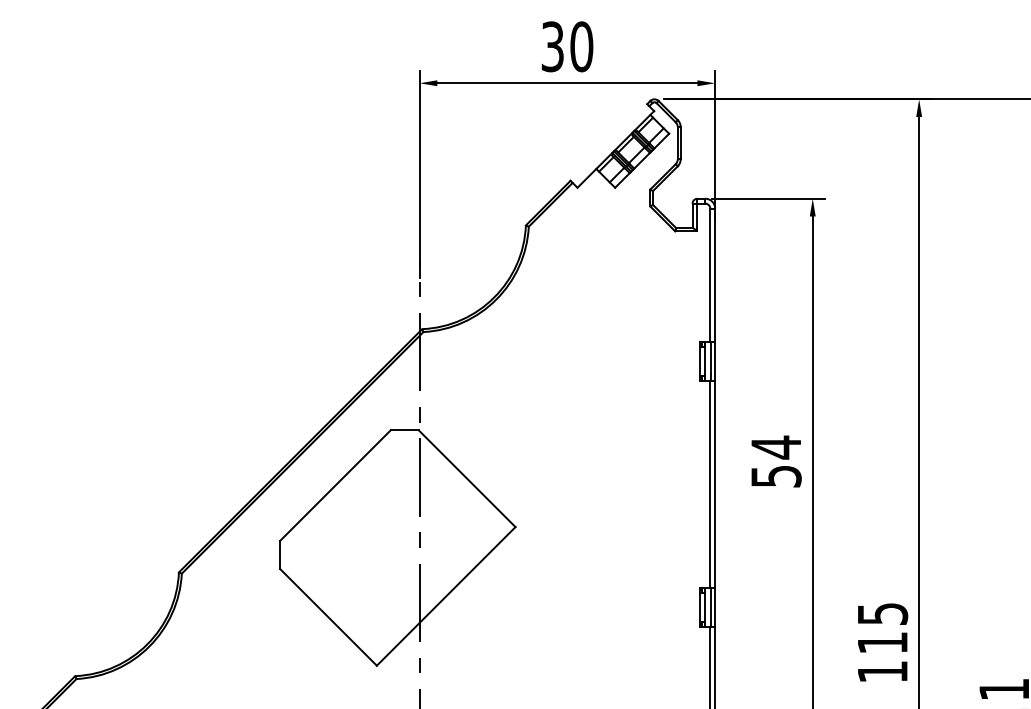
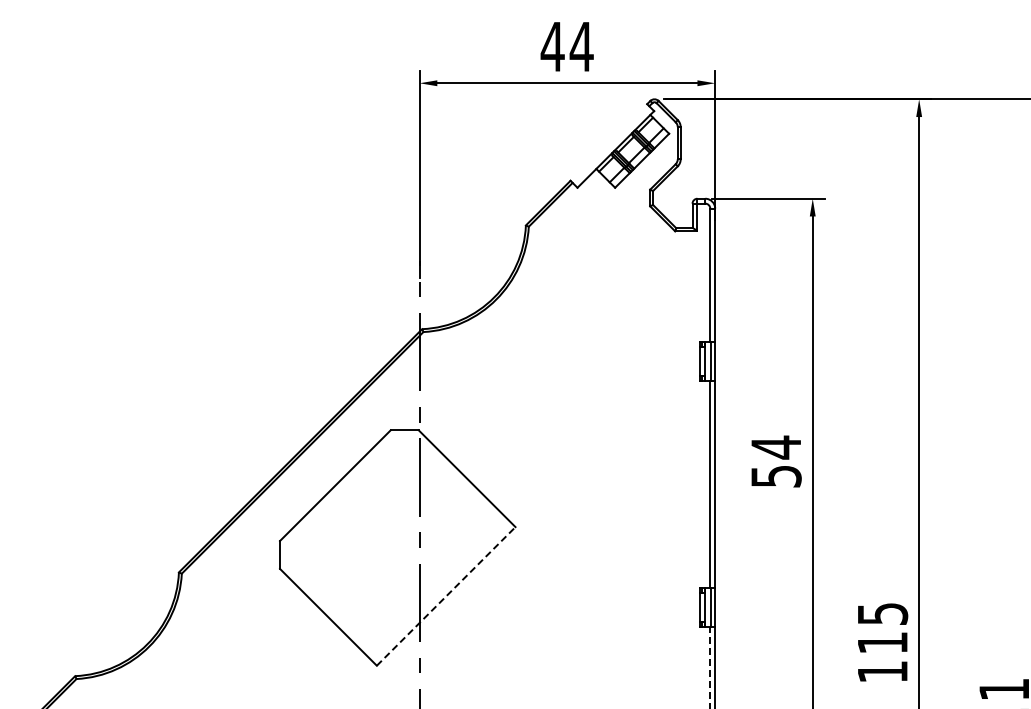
text at (566, 46): 30 -> 44
line at (446, 596): solid -> dashed
line at (710, 667): solid -> dashed
